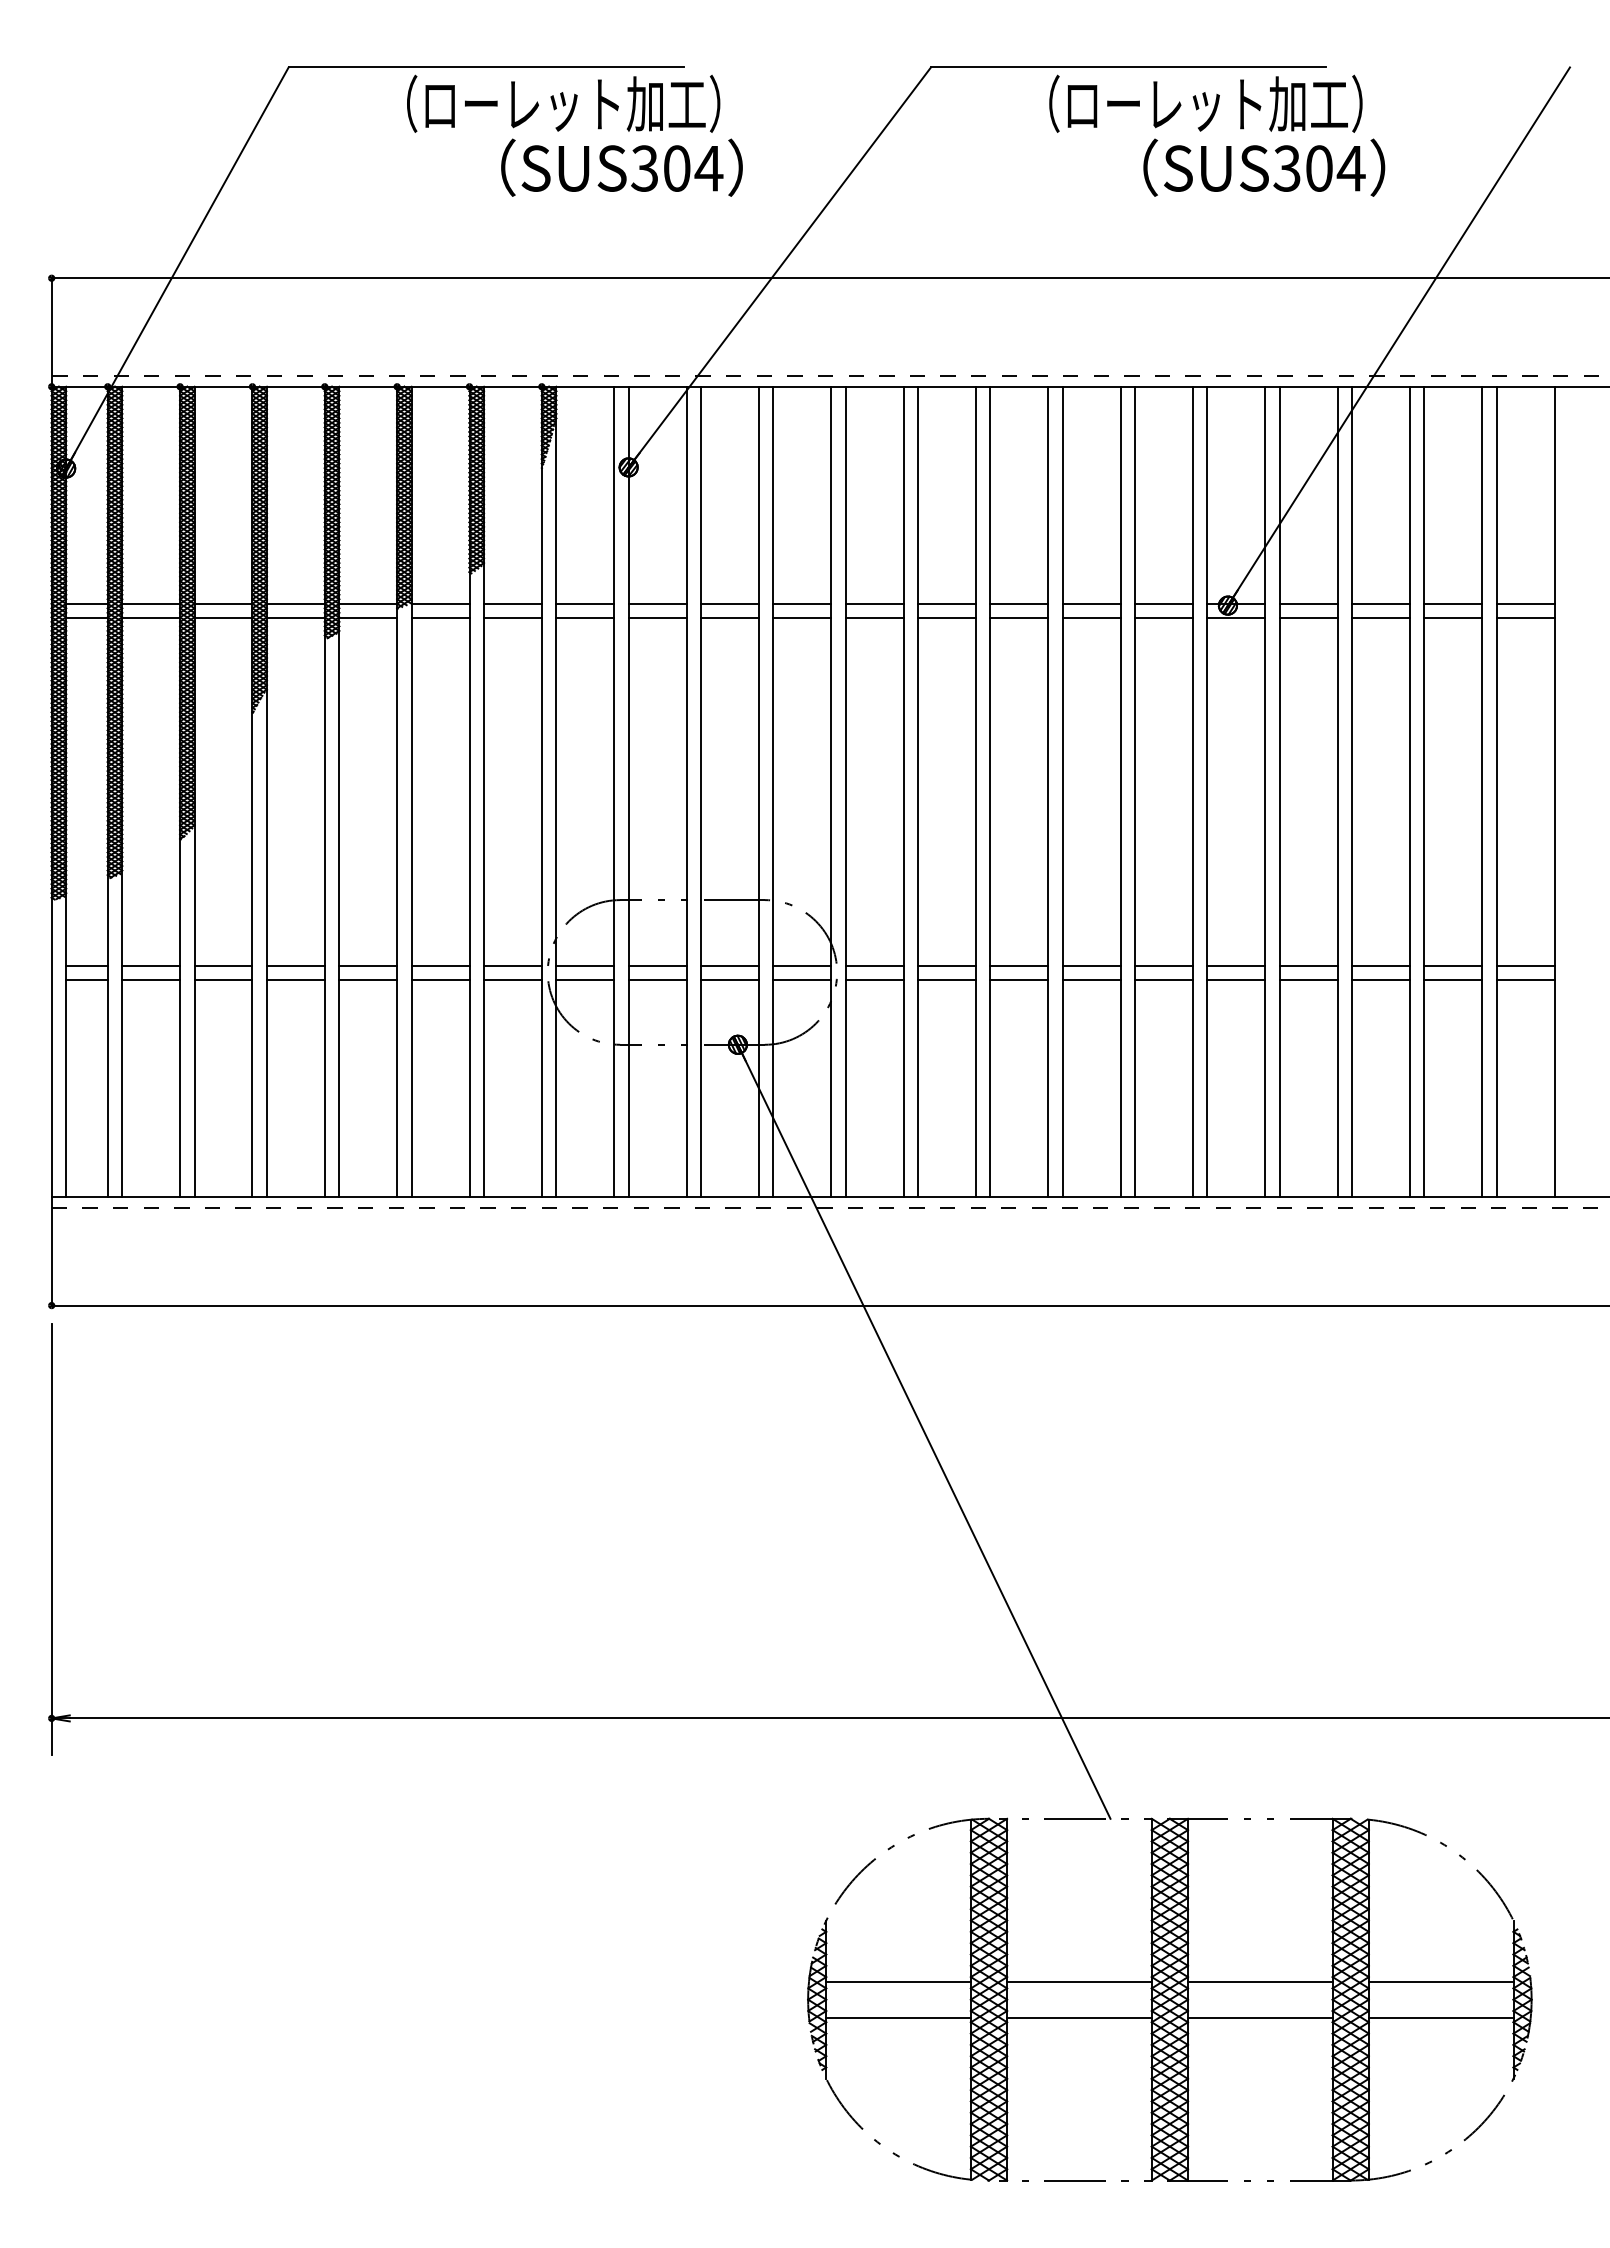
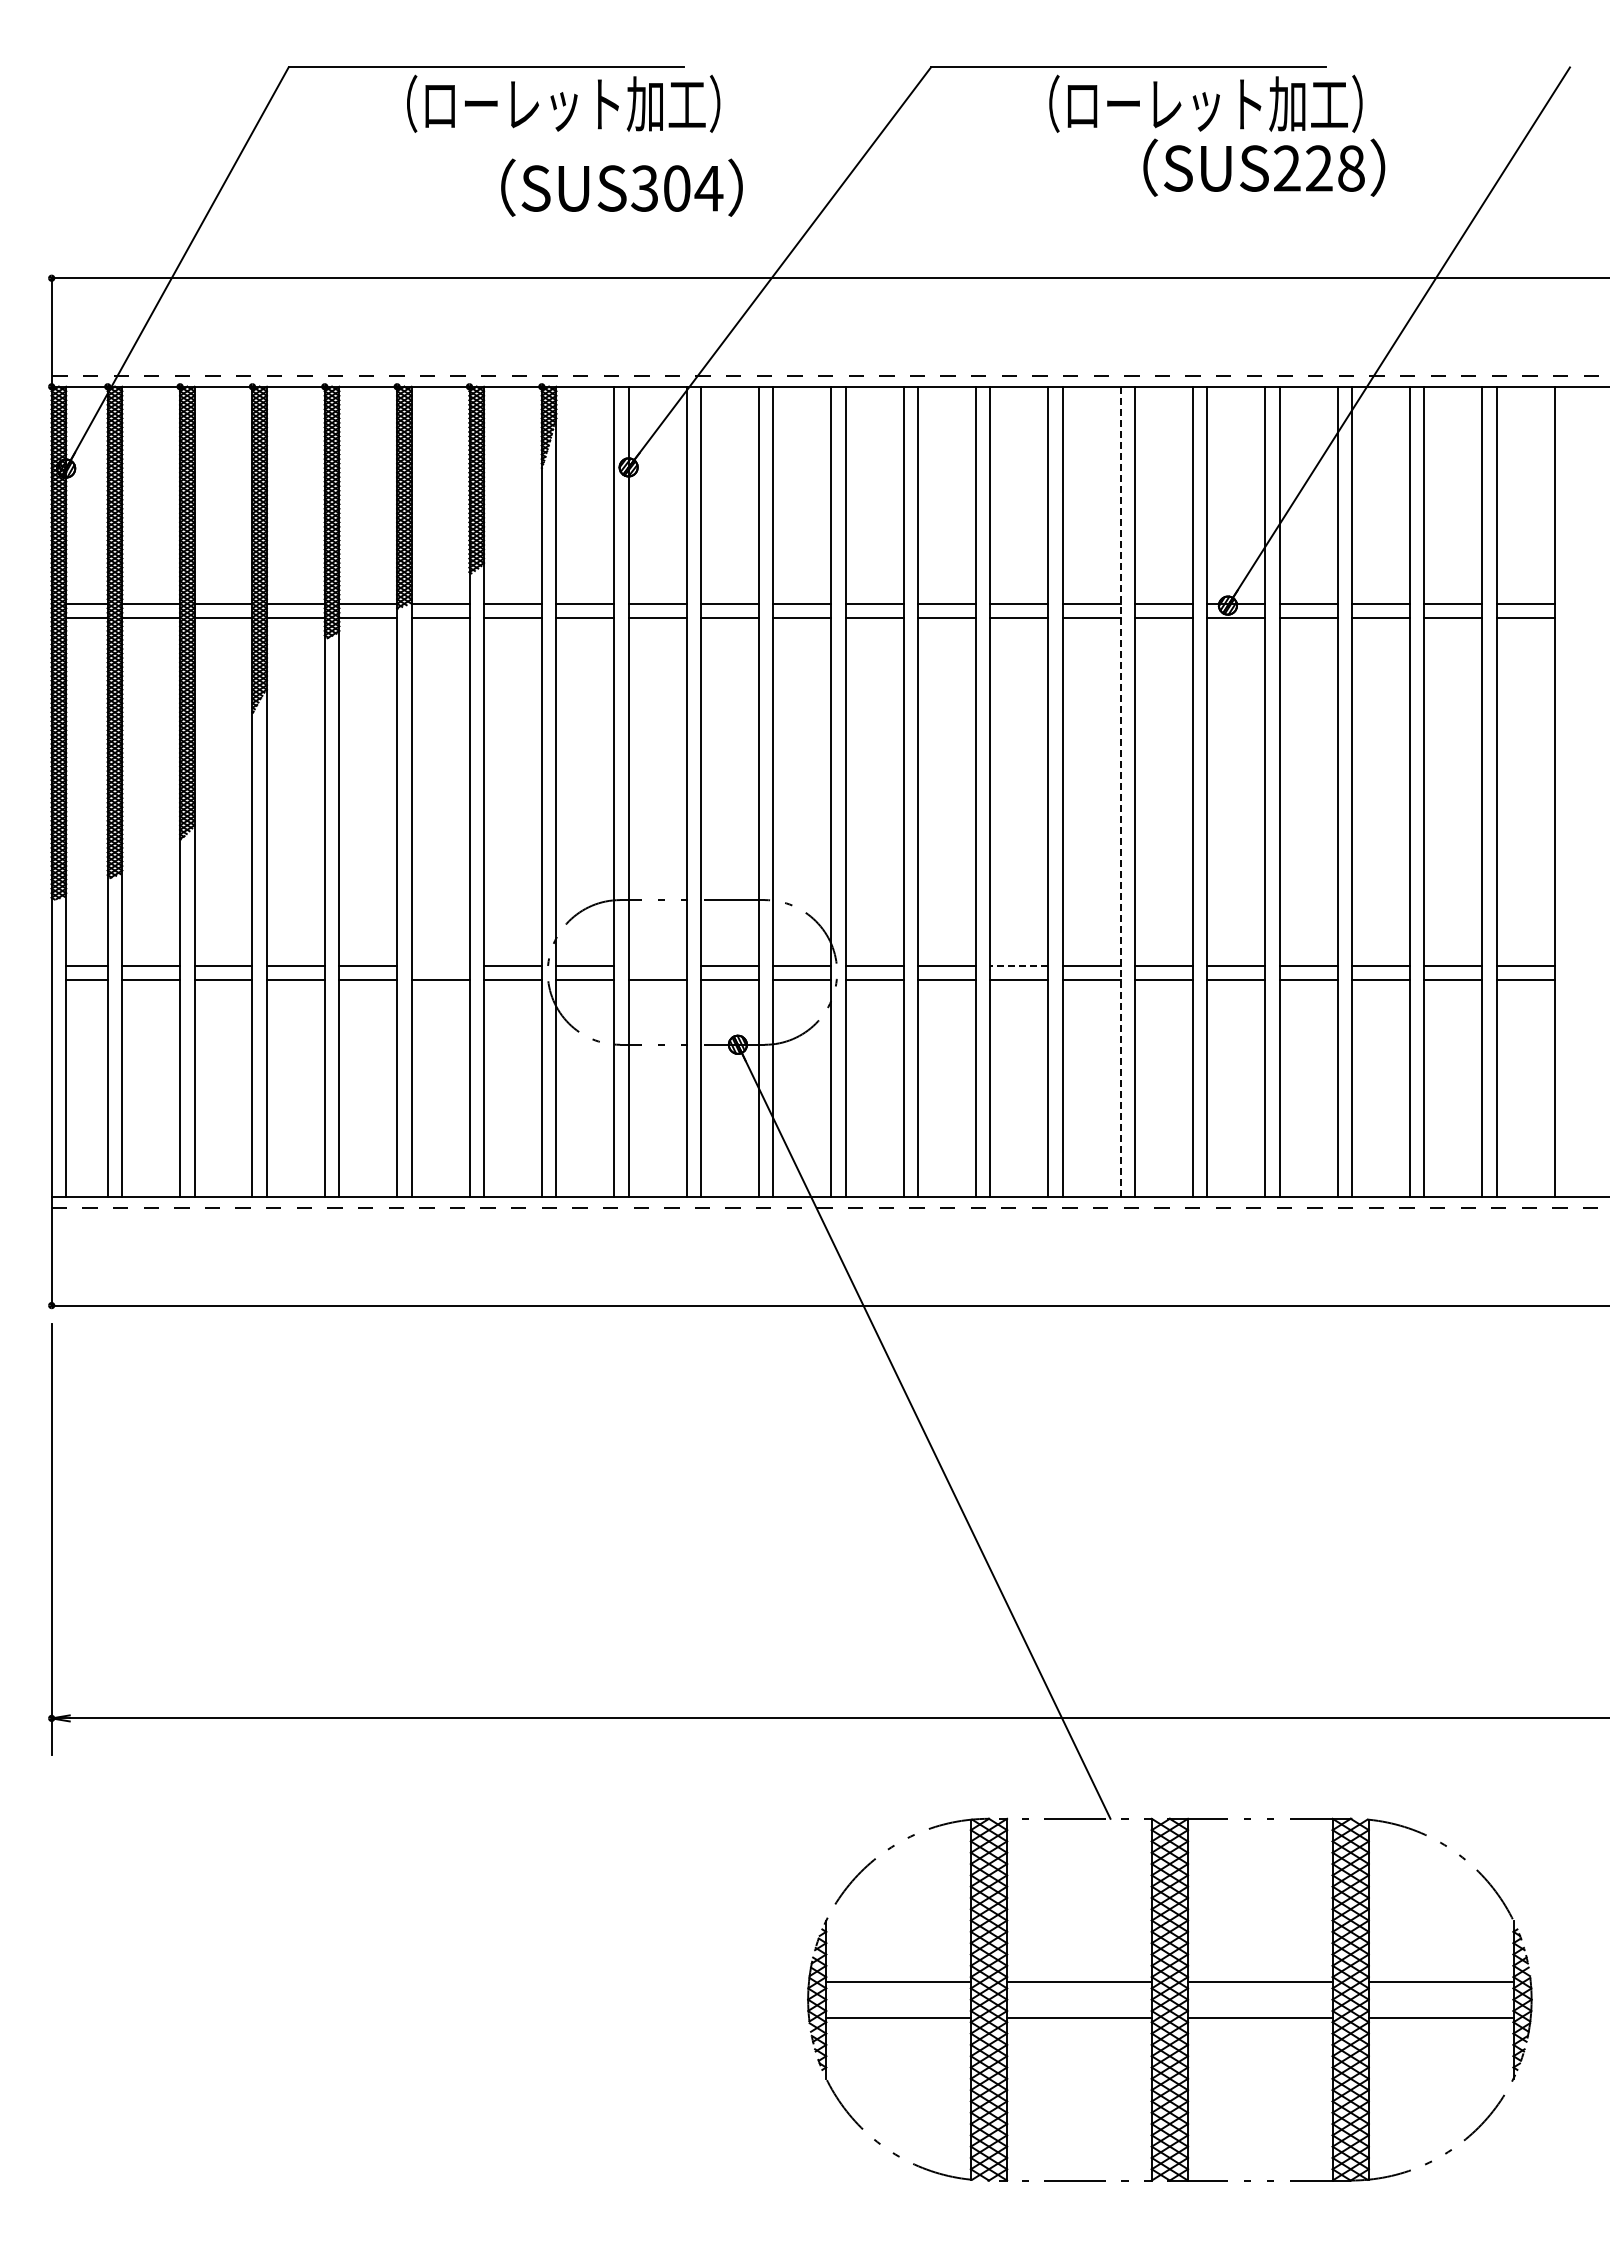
text at (621, 167) position: (621, 167) -> (621, 187)
text at (1319, 168): SUS304 -> SUS228
line at (1120, 792): solid -> dashed
line at (440, 965): present -> none
line at (657, 965): present -> none
line at (1019, 965): solid -> dashed
